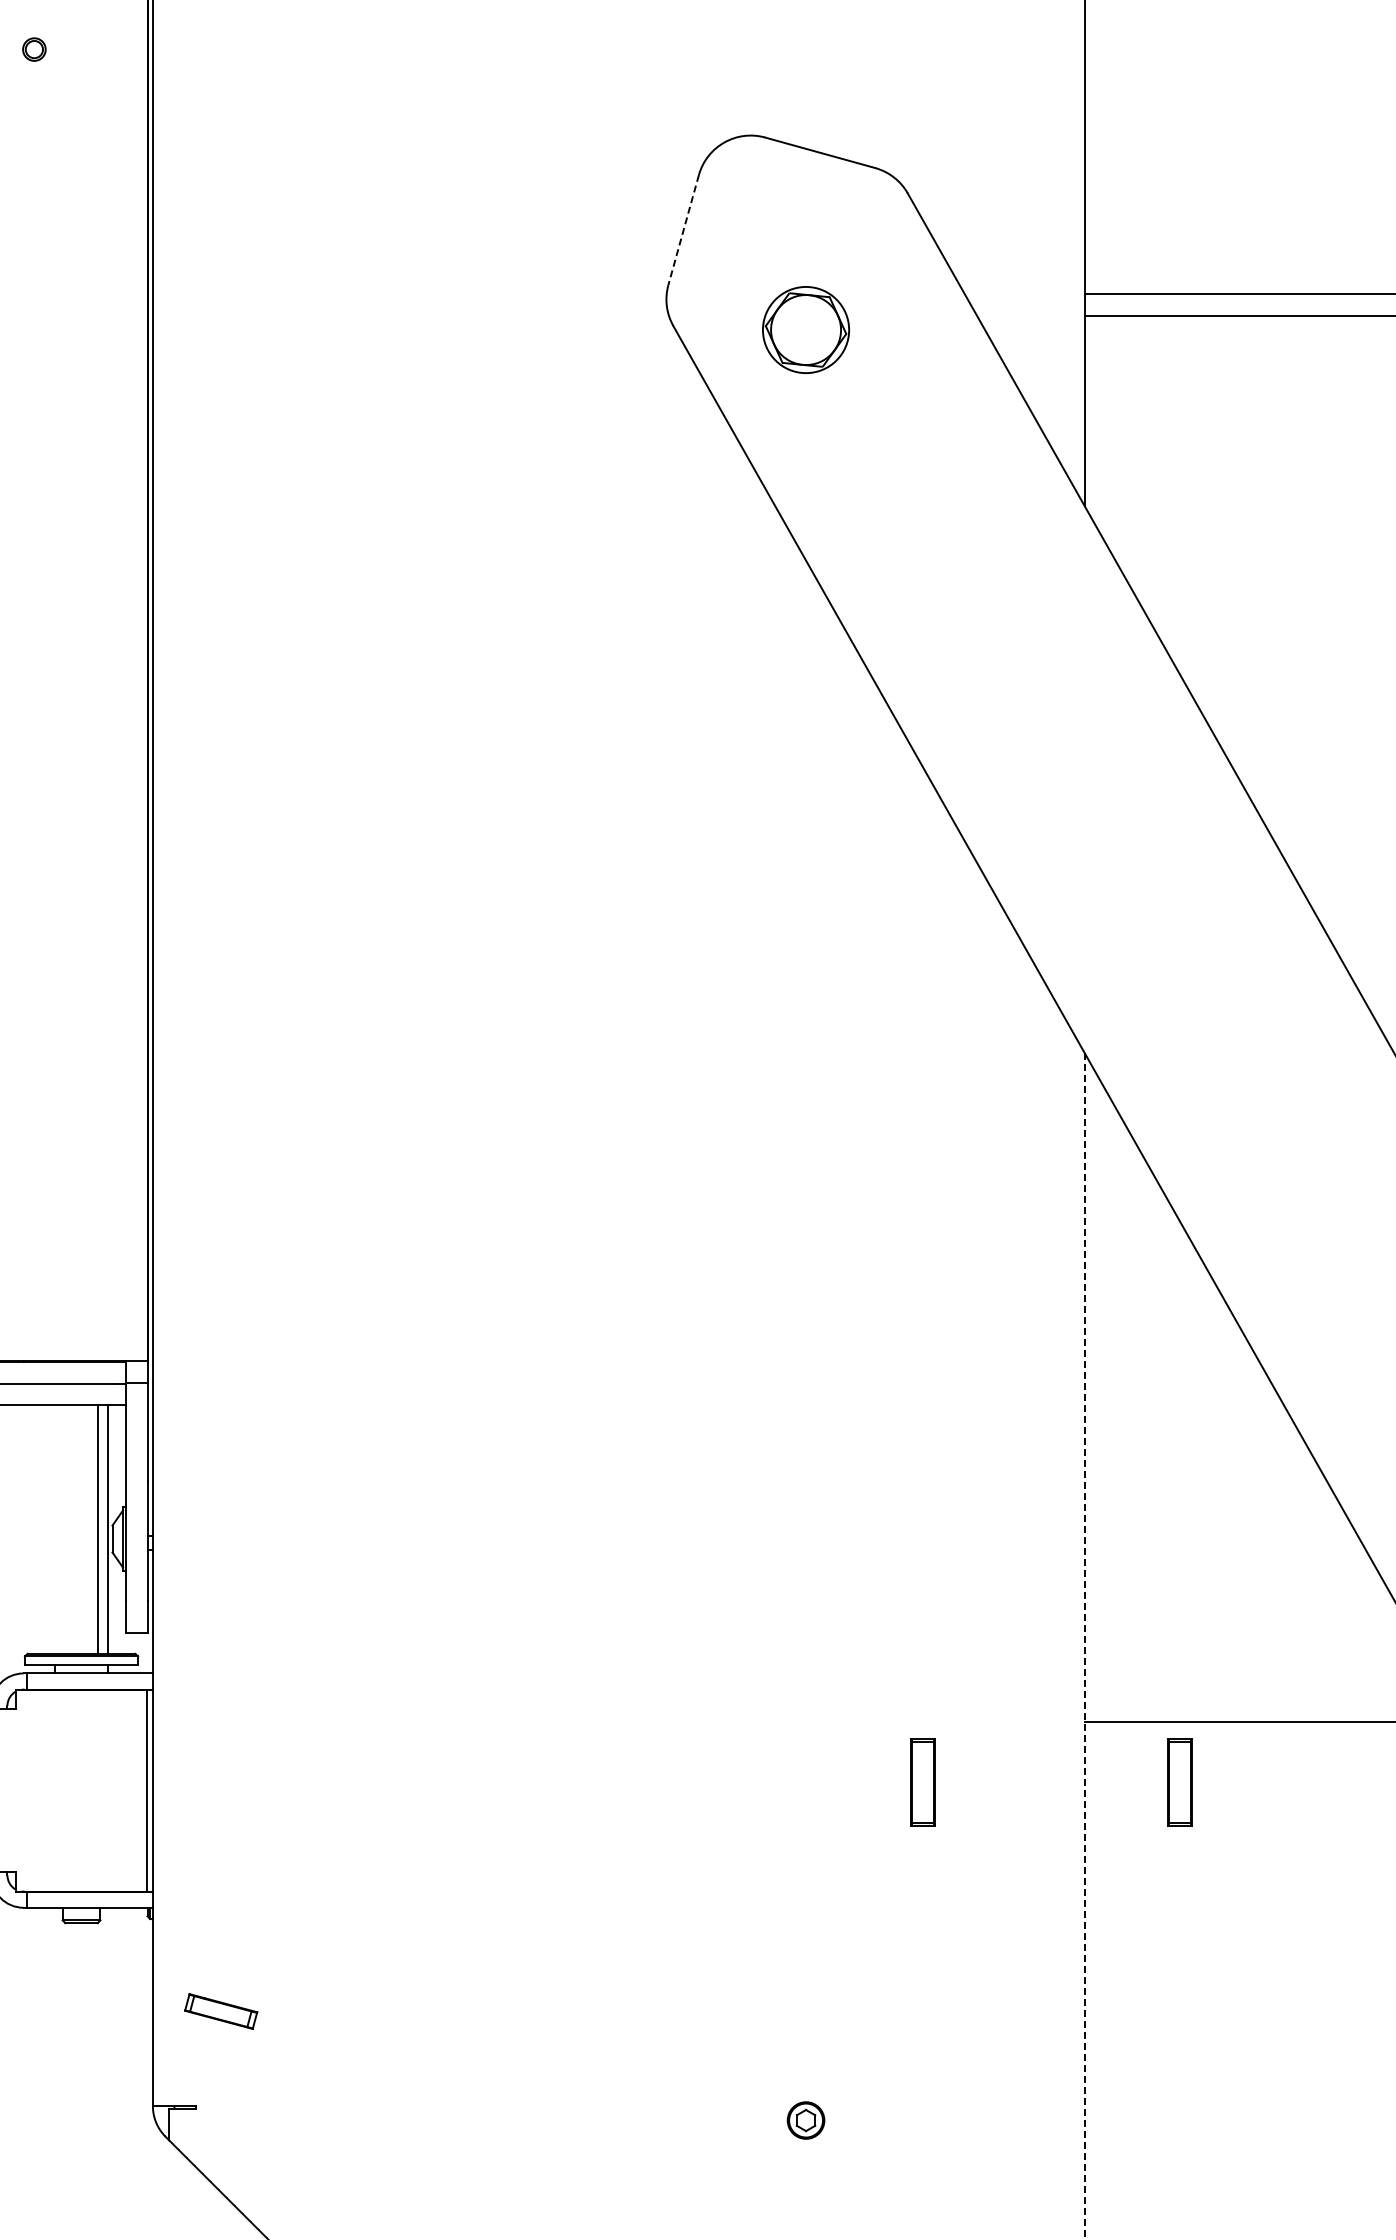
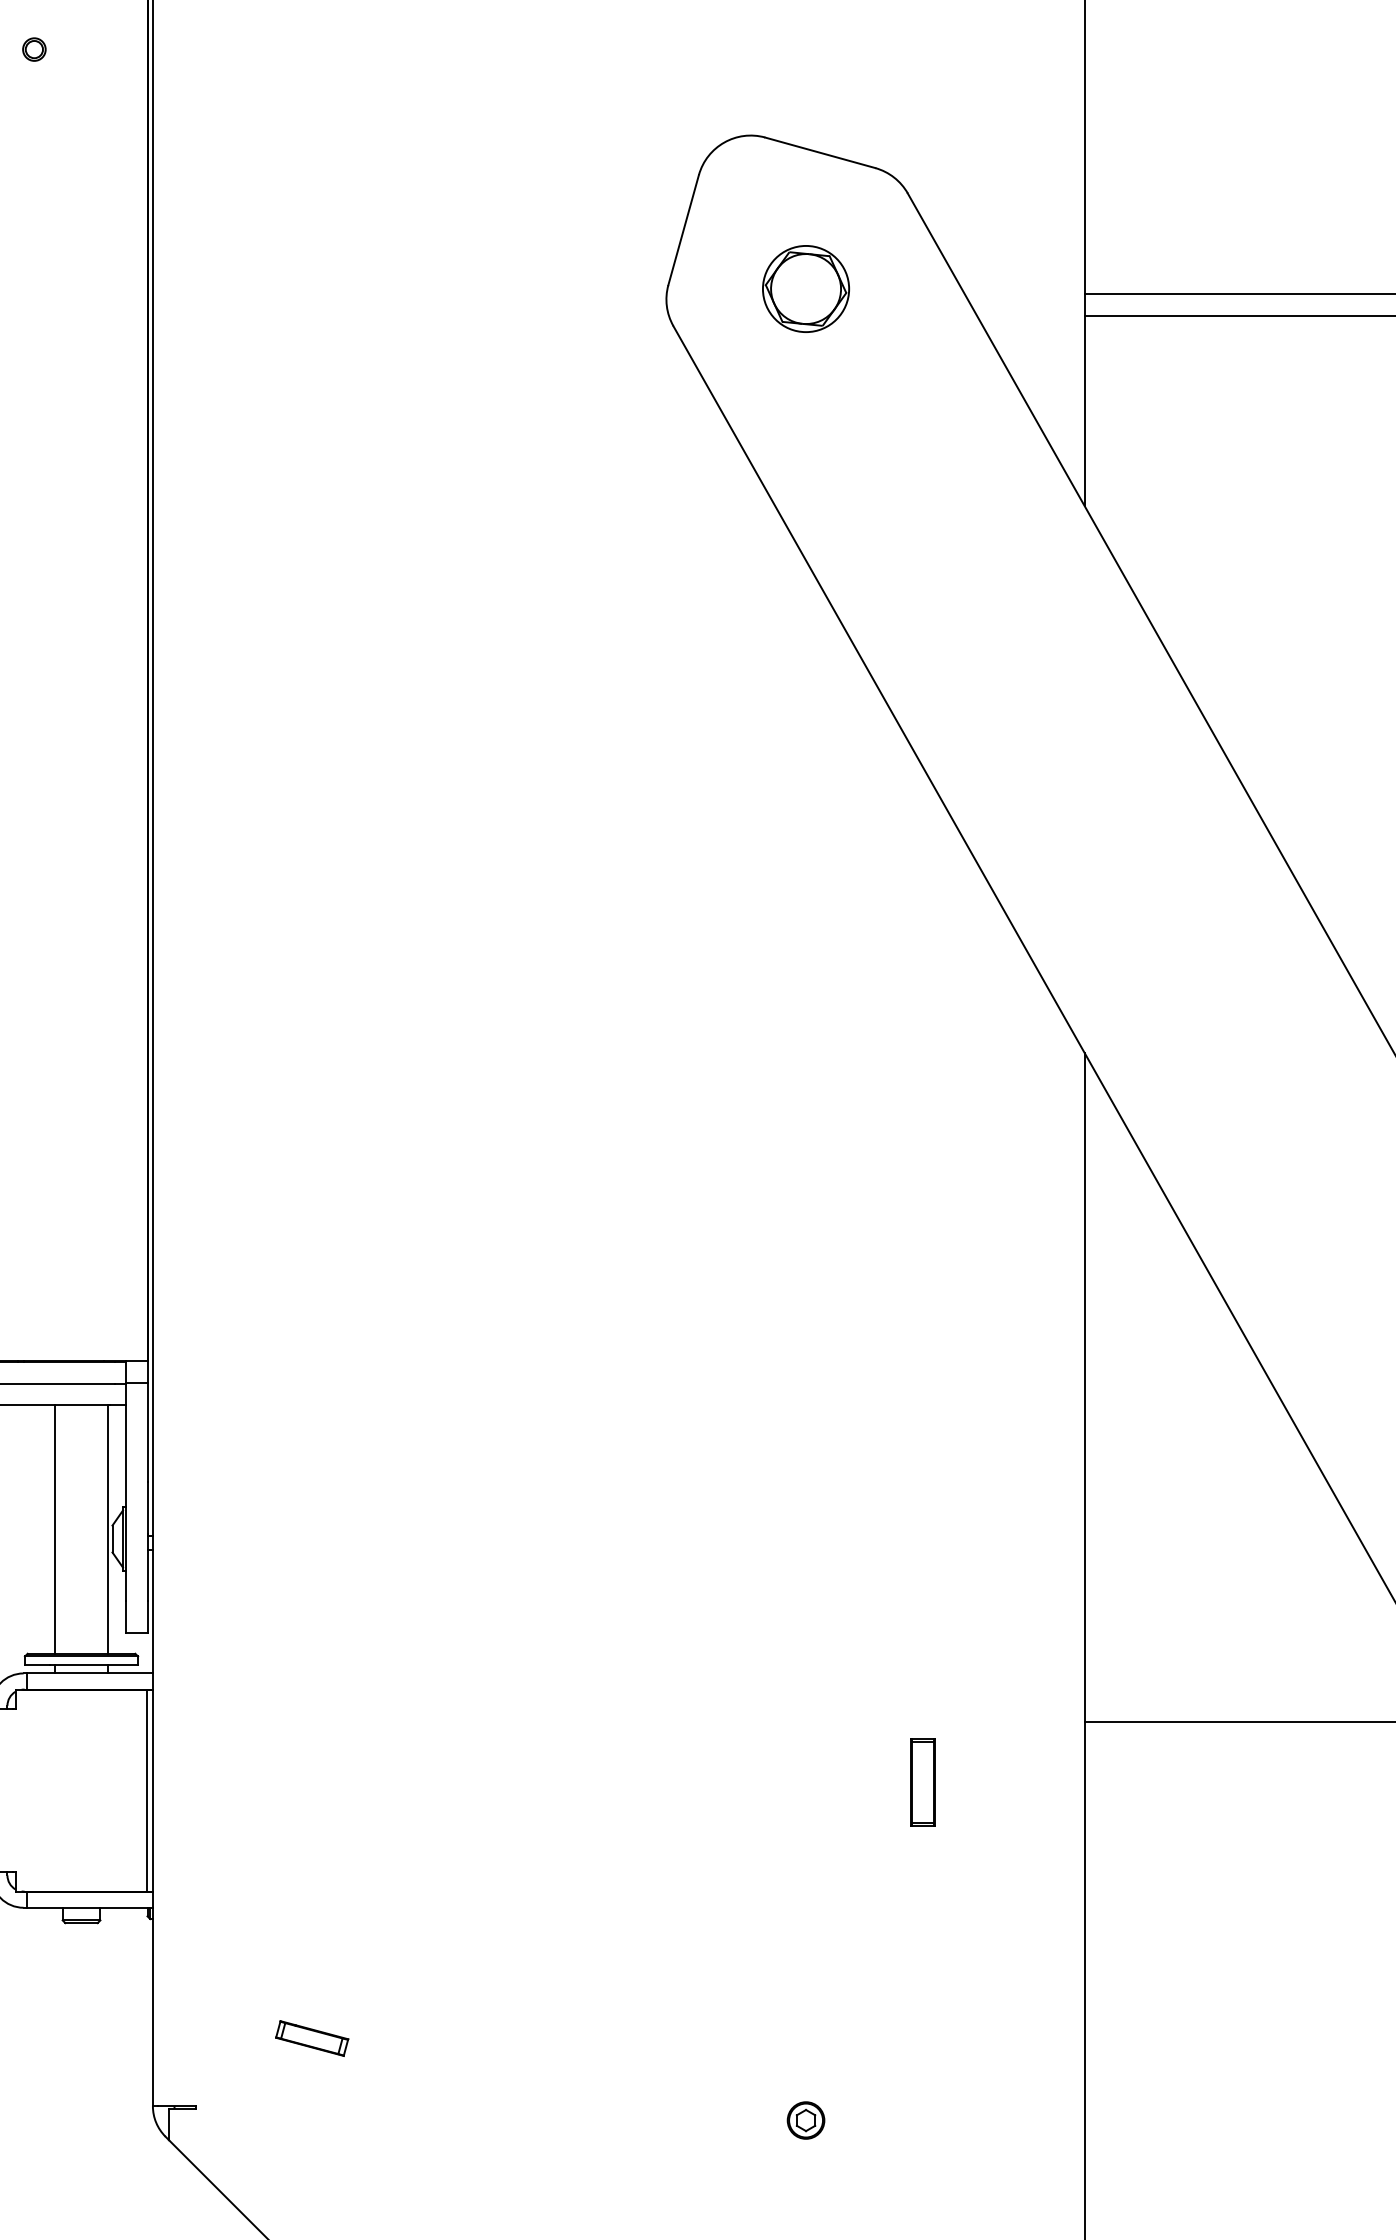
line at (683, 230): dashed -> solid
part at (805, 329) position: (805, 329) -> (805, 288)
line at (97, 1529) position: (97, 1529) -> (54, 1529)
line at (1084, 1647): dashed -> solid
part at (1179, 1782): present -> none
part at (221, 2011) position: (221, 2011) -> (312, 2038)
